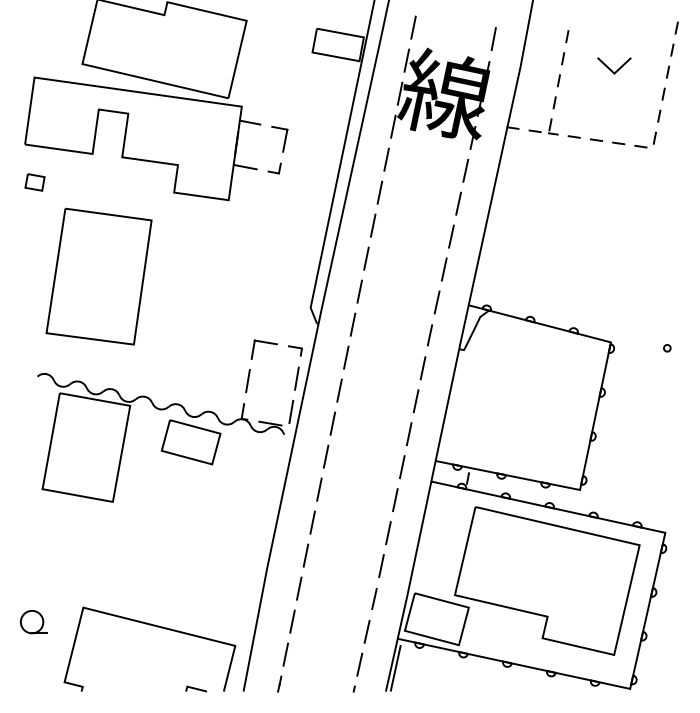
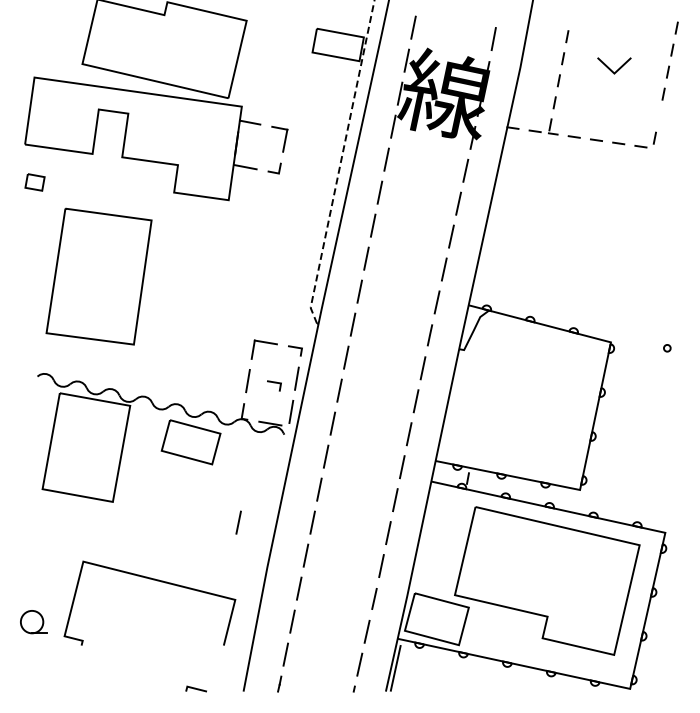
line at (659, 115): present -> none
line at (340, 163): solid -> dashed
line at (274, 383): none -> present
line at (238, 522): none -> present
curve at (153, 626) position: (153, 626) -> (153, 580)
